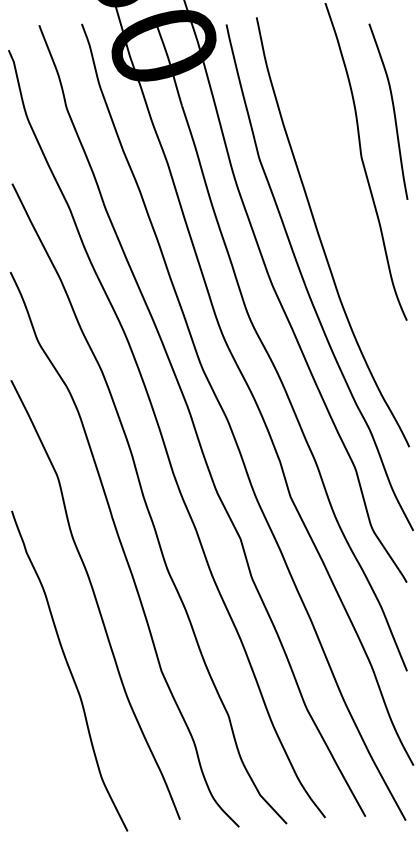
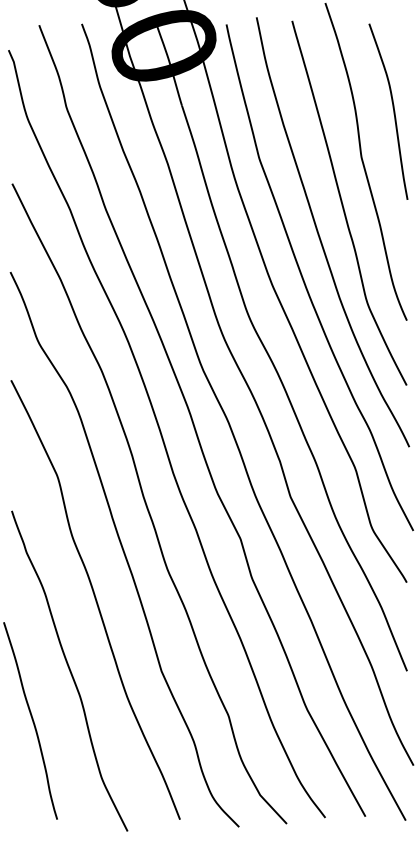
curve at (343, 204): none -> present
curve at (31, 719): none -> present
